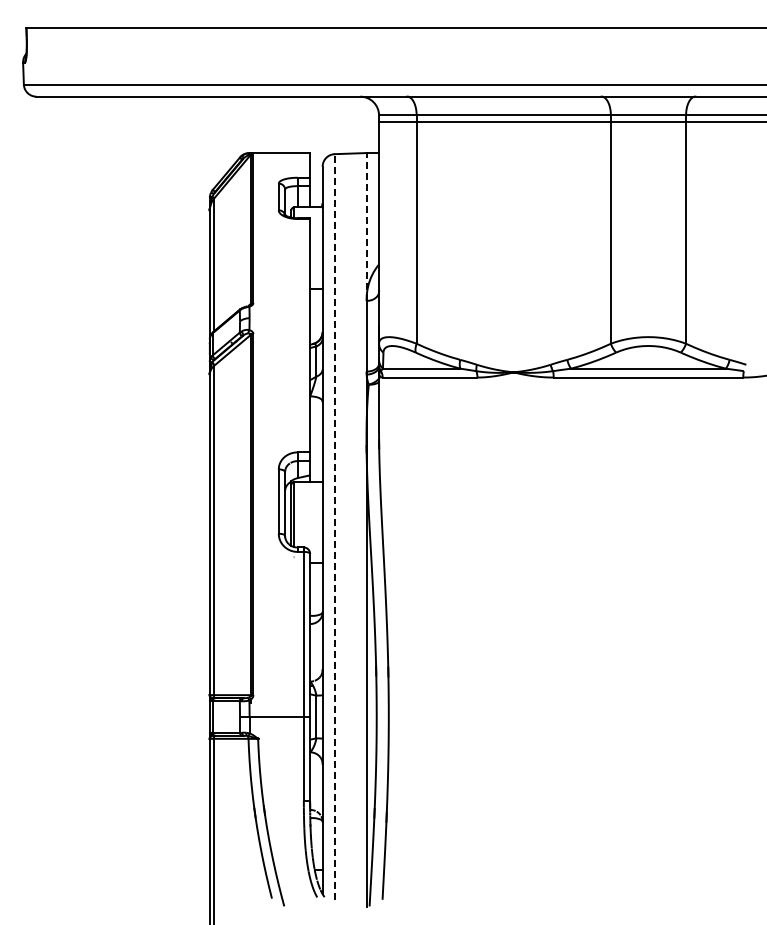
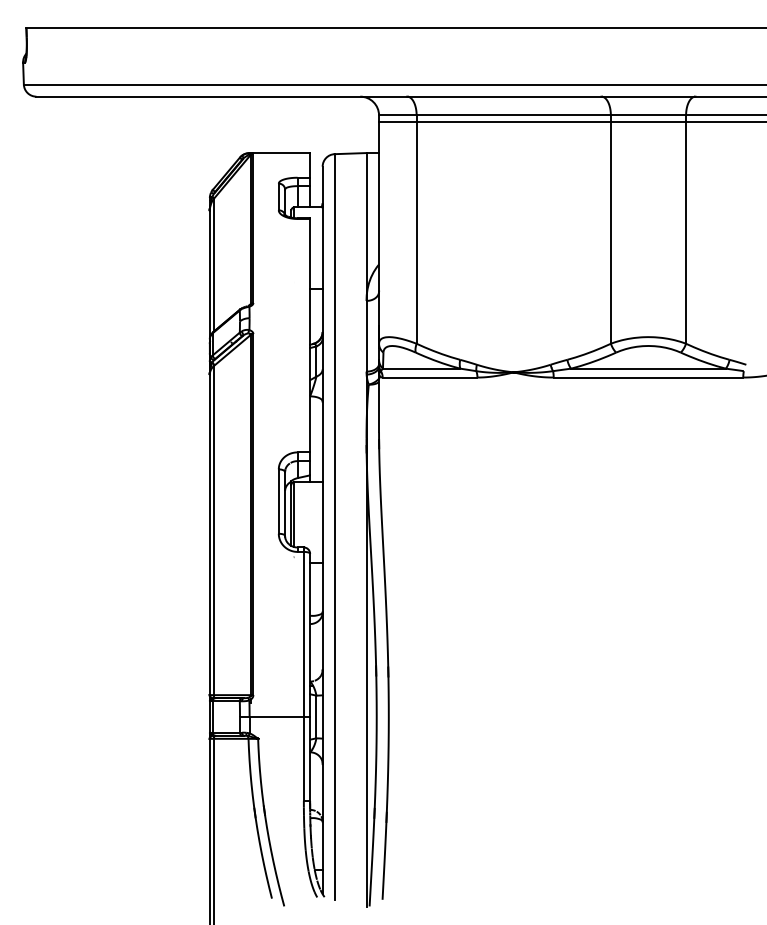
line at (366, 226): dashed -> solid
line at (334, 526): dashed -> solid
